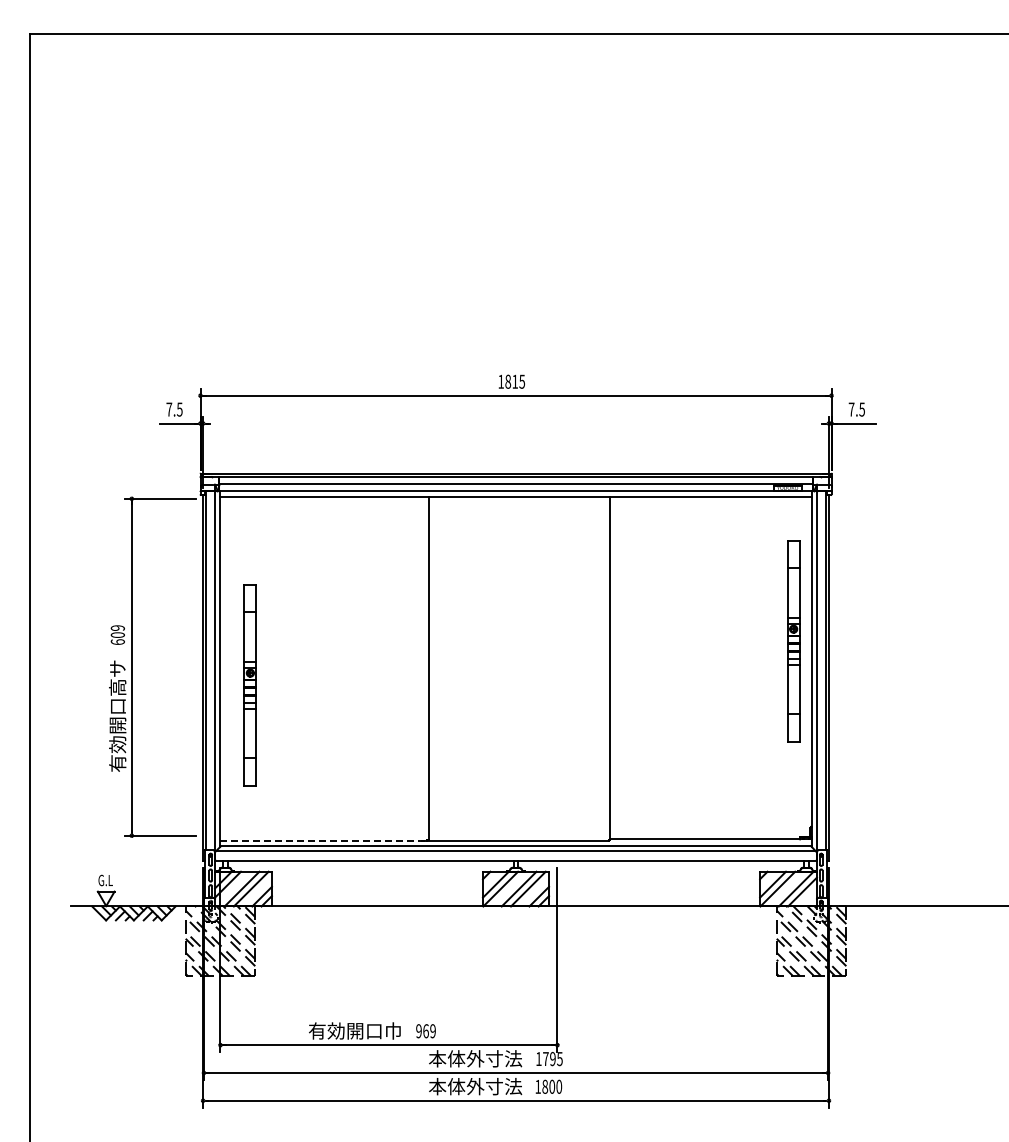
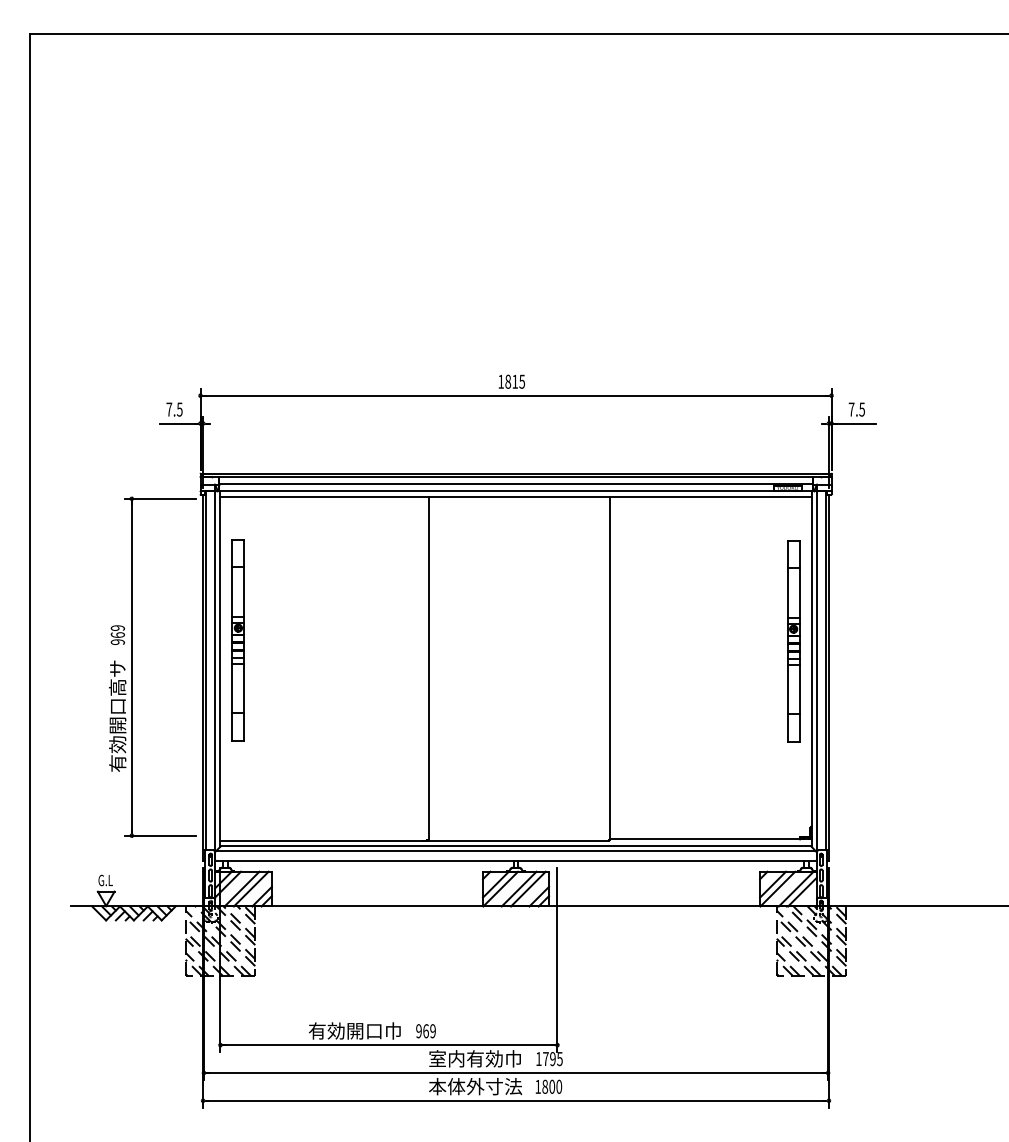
text at (117, 638): 609 -> 969
part at (249, 685) position: (249, 685) -> (237, 640)
line at (323, 840): dashed -> solid
text at (475, 1058): 本体外寸法 -> 室内有効巾
